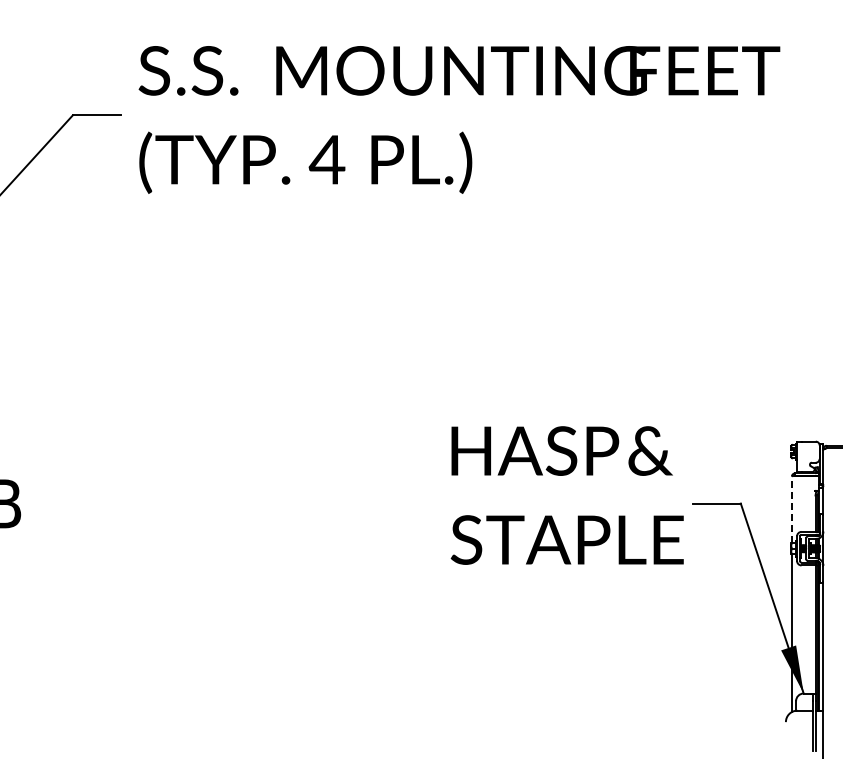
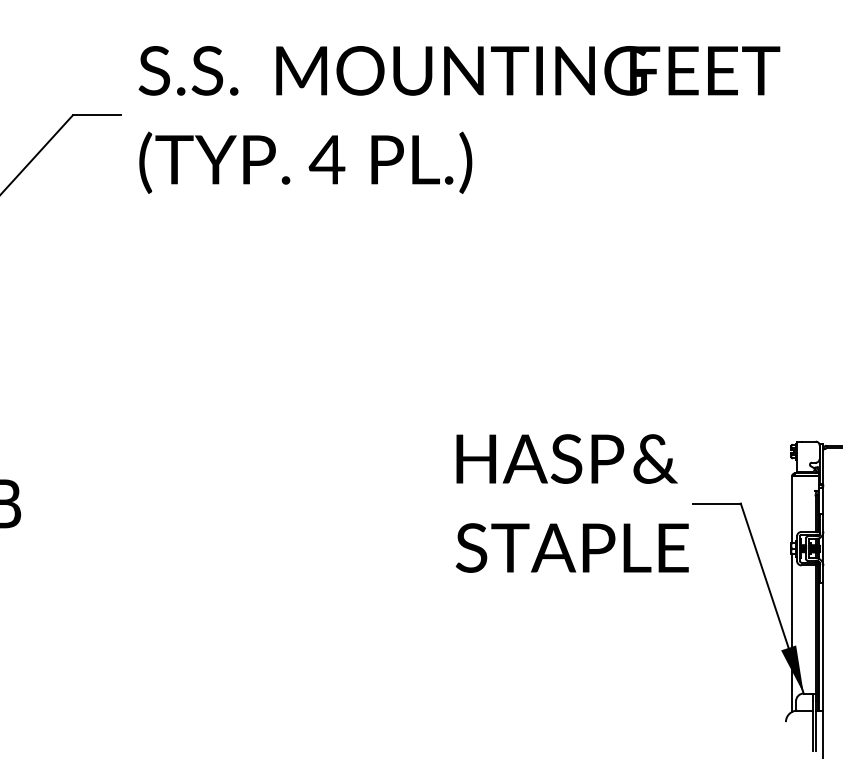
text at (566, 495) position: (566, 495) -> (571, 503)
line at (791, 509): dashed -> solid
